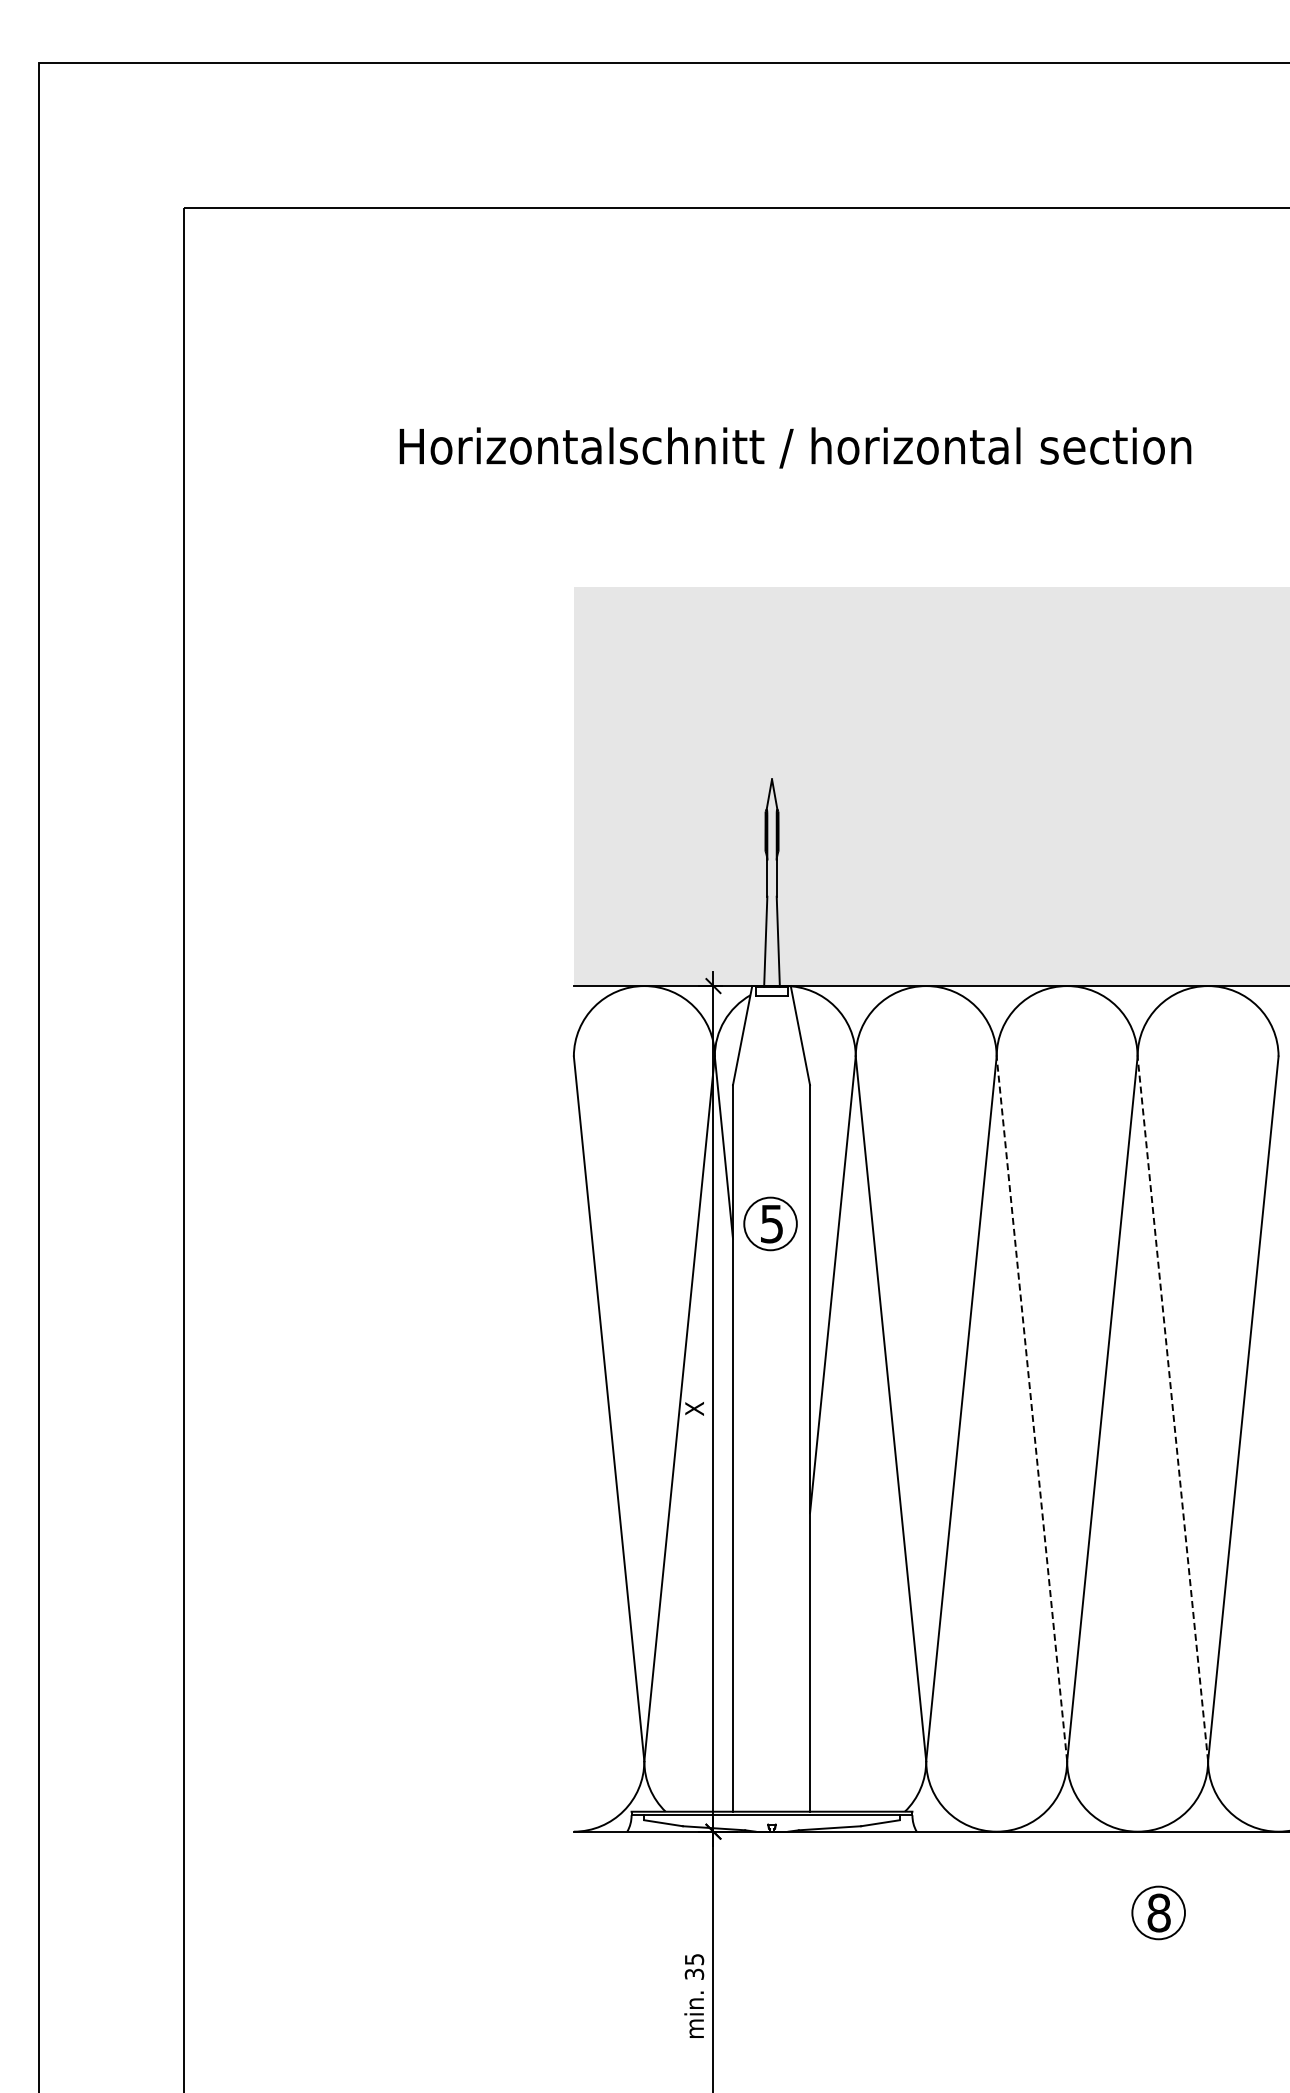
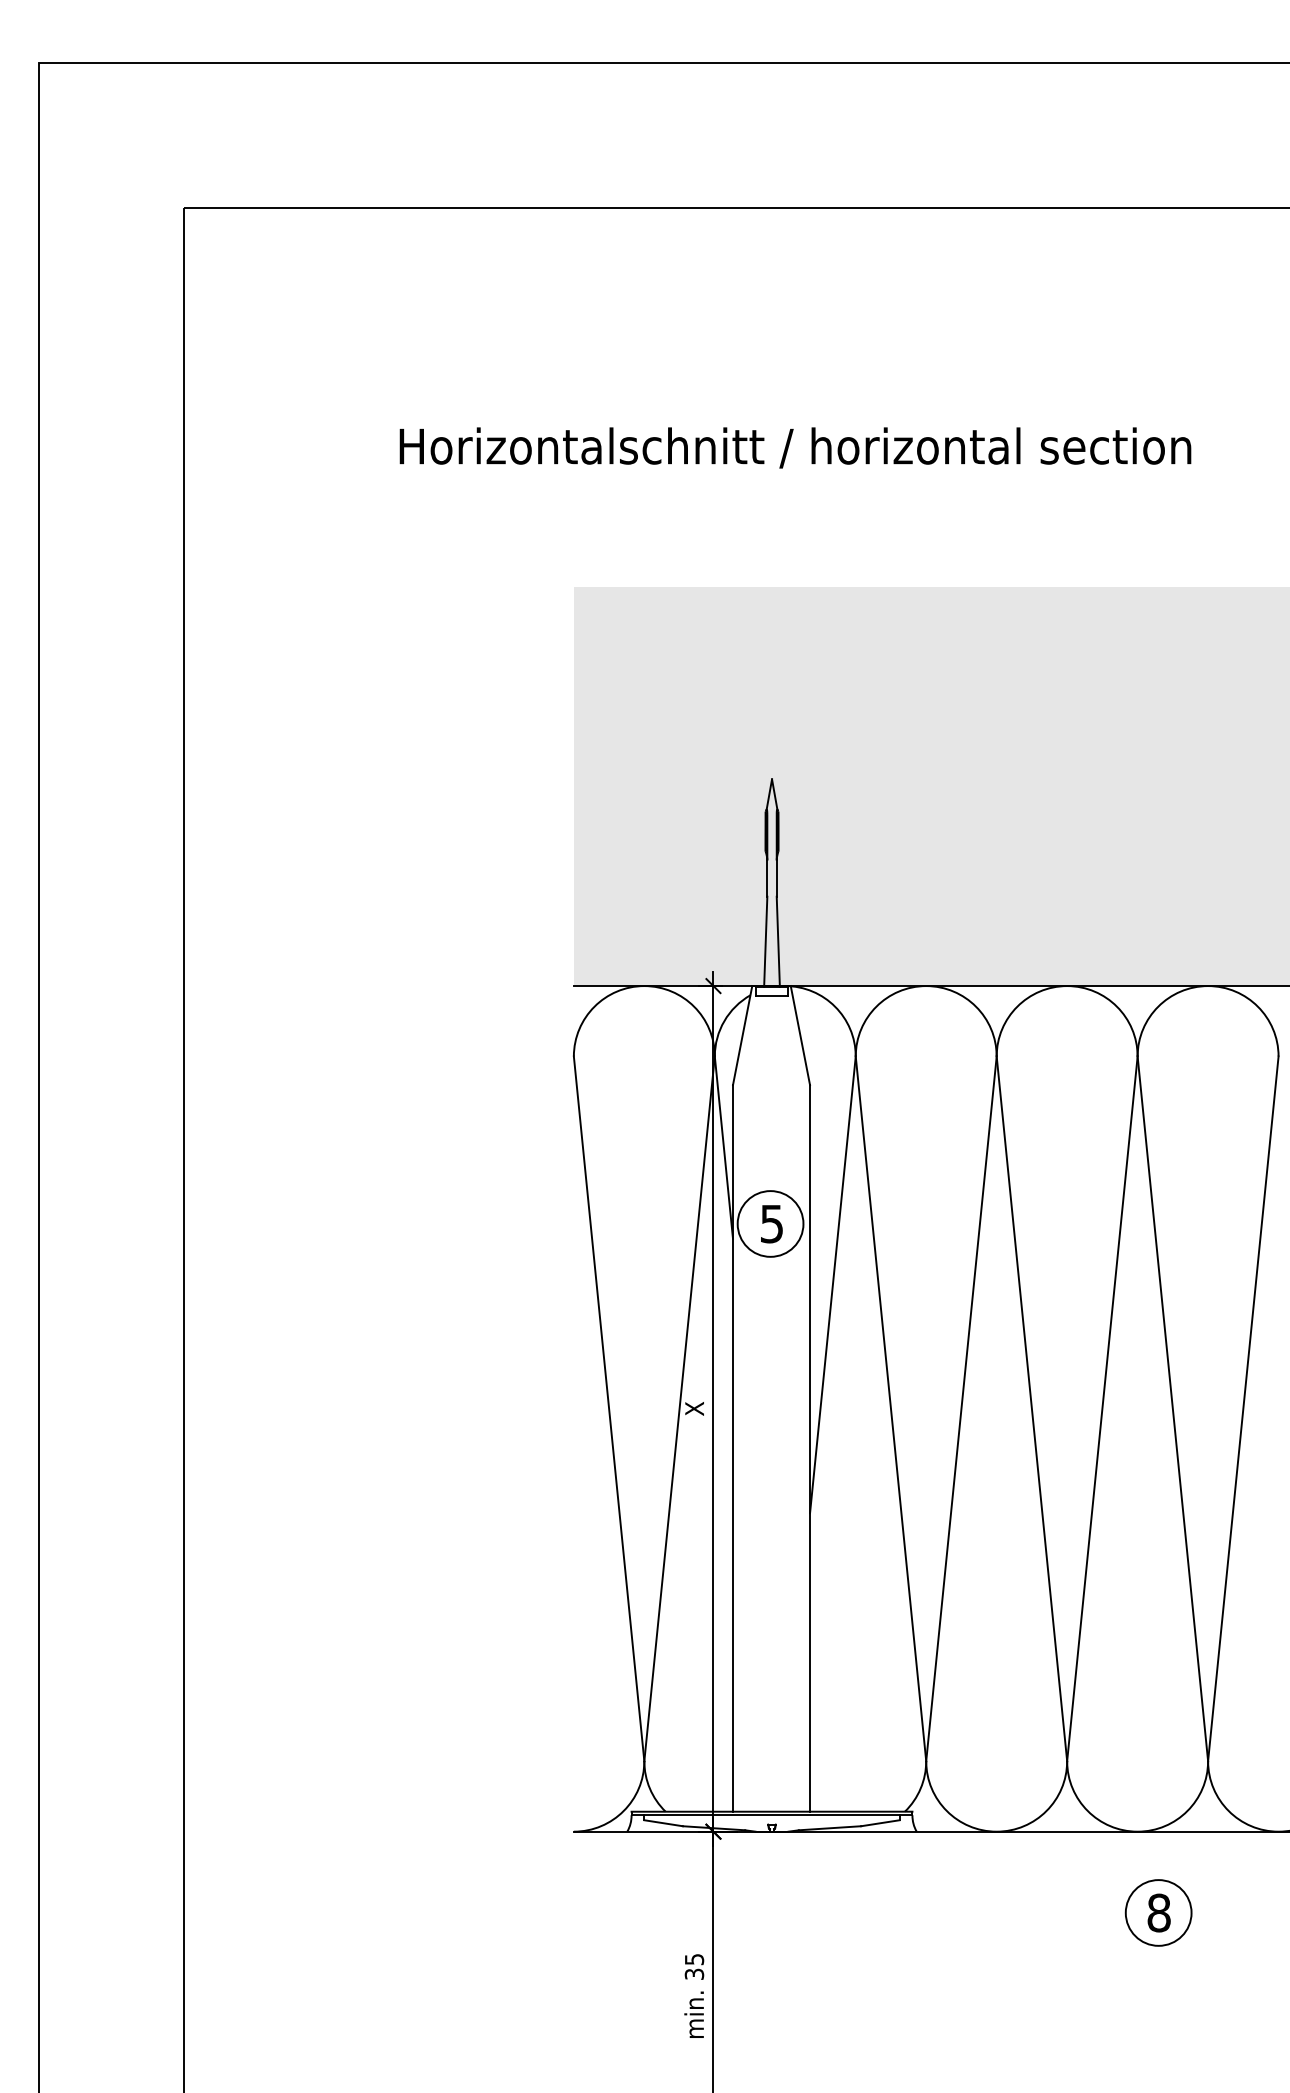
circle at (770, 1223) diameter: 53 px -> 66 px
line at (1031, 1408): dashed -> solid
line at (1172, 1408): dashed -> solid
circle at (1158, 1912) diameter: 53 px -> 66 px
